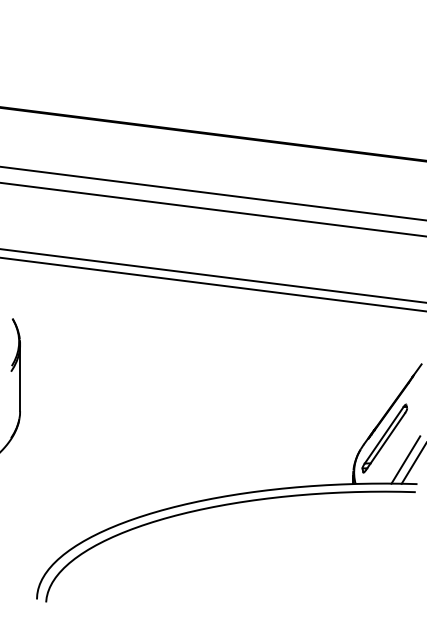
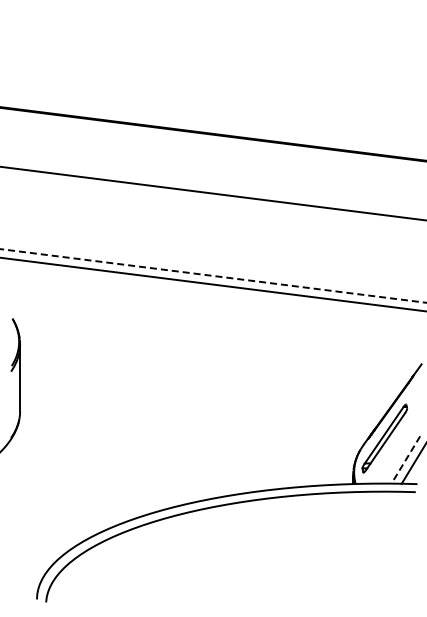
line at (212, 209): present -> none
line at (213, 276): solid -> dashed
line at (405, 459): solid -> dashed
